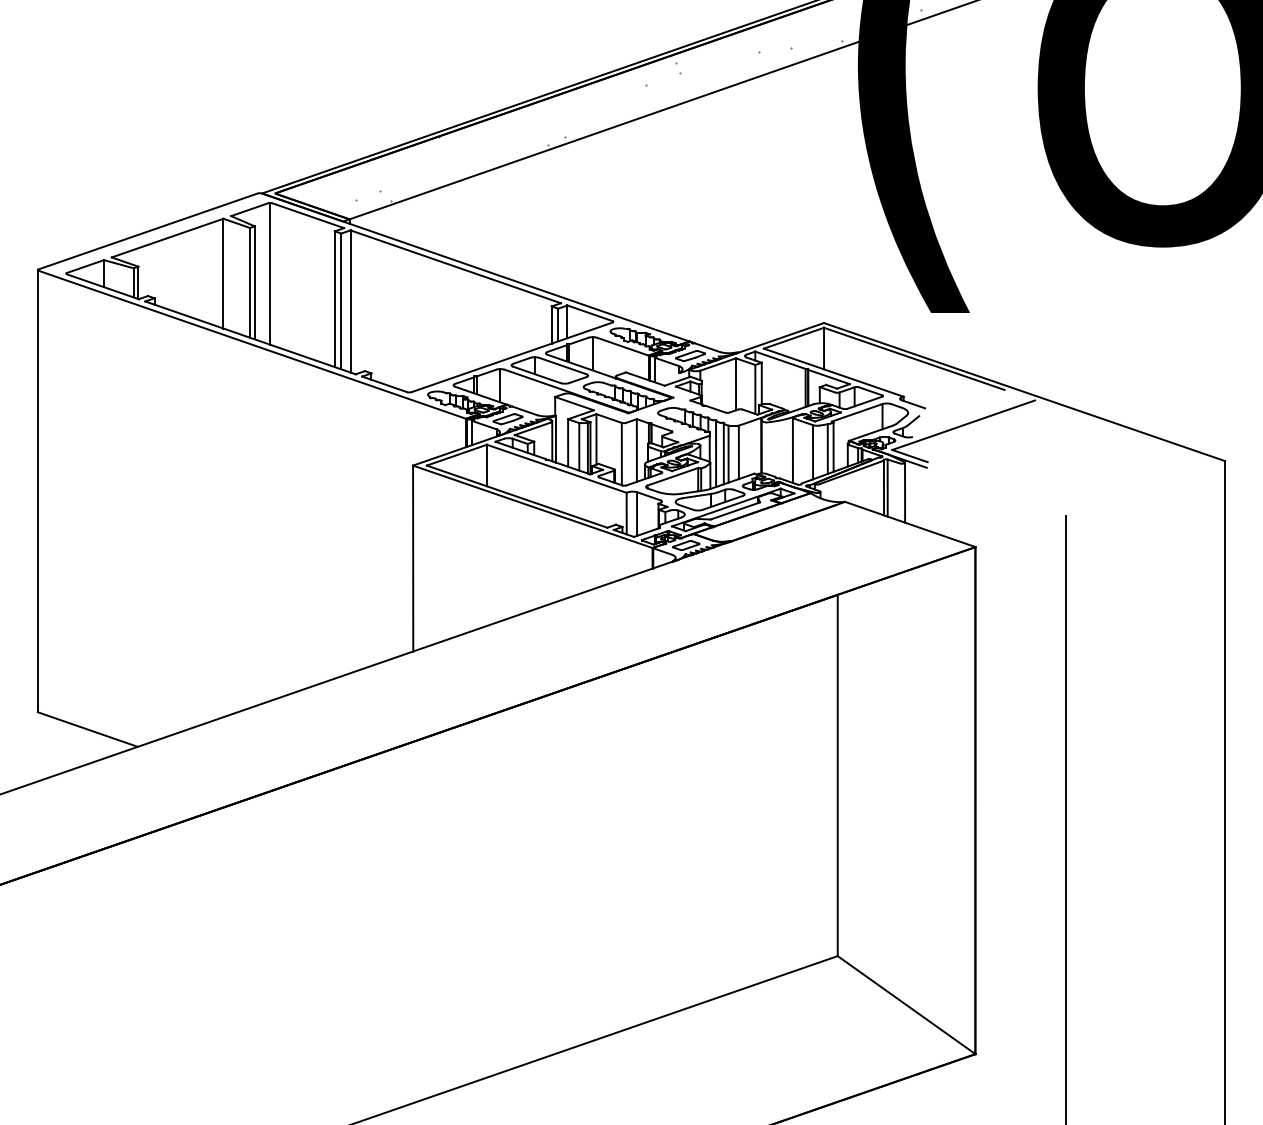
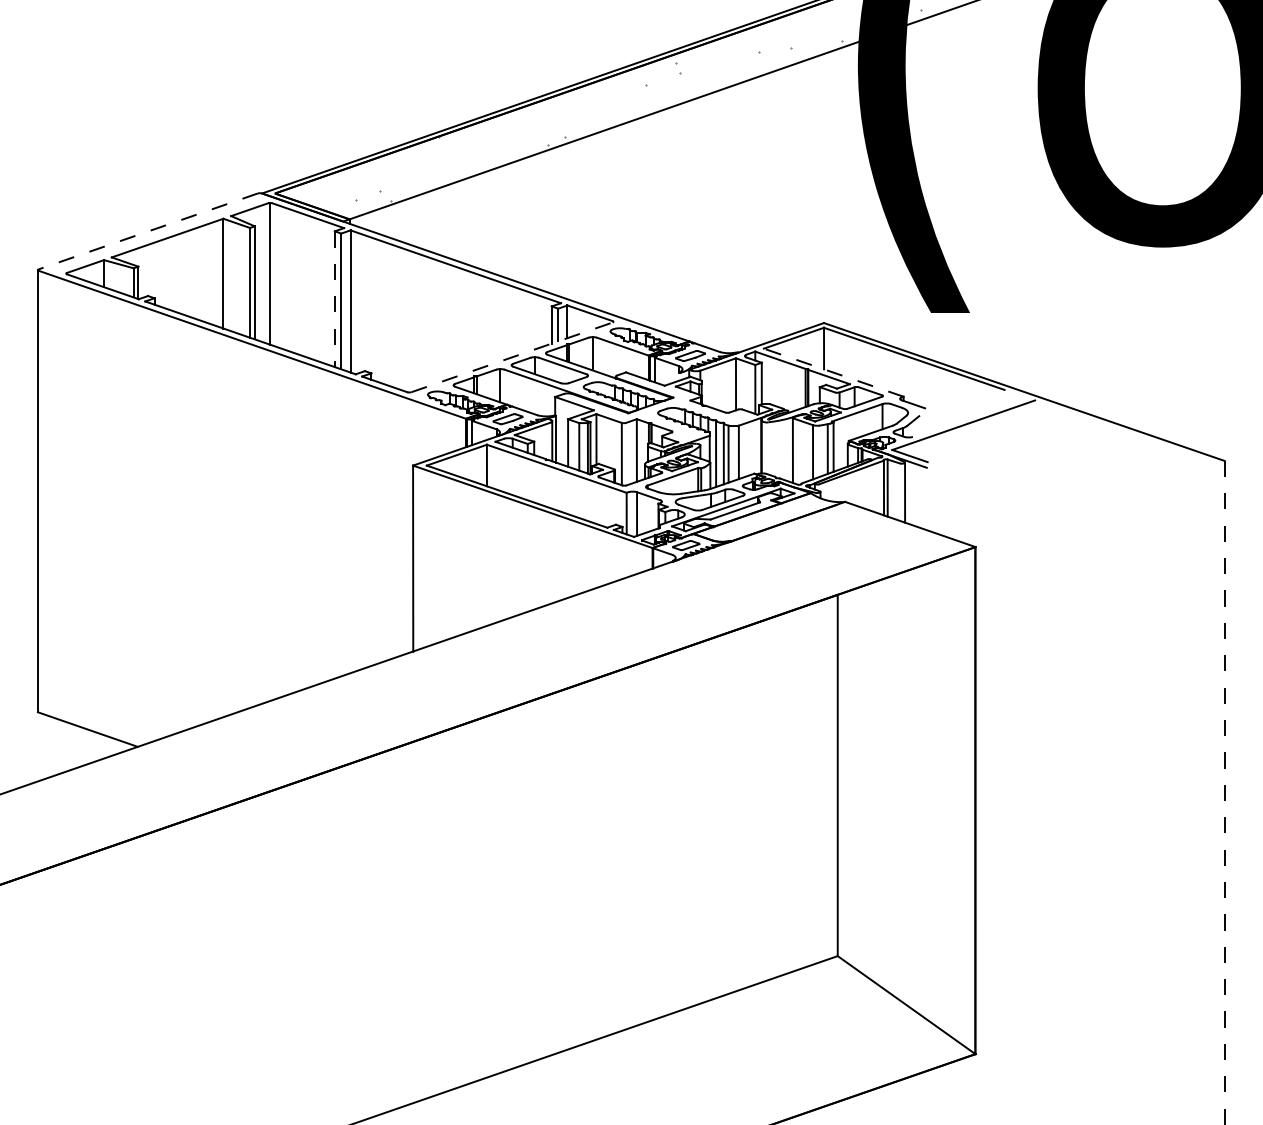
line at (148, 231): solid -> dashed
line at (334, 299): solid -> dashed
line at (512, 357): solid -> dashed
line at (833, 372): solid -> dashed
line at (1225, 792): solid -> dashed
line at (1066, 818): present -> none
